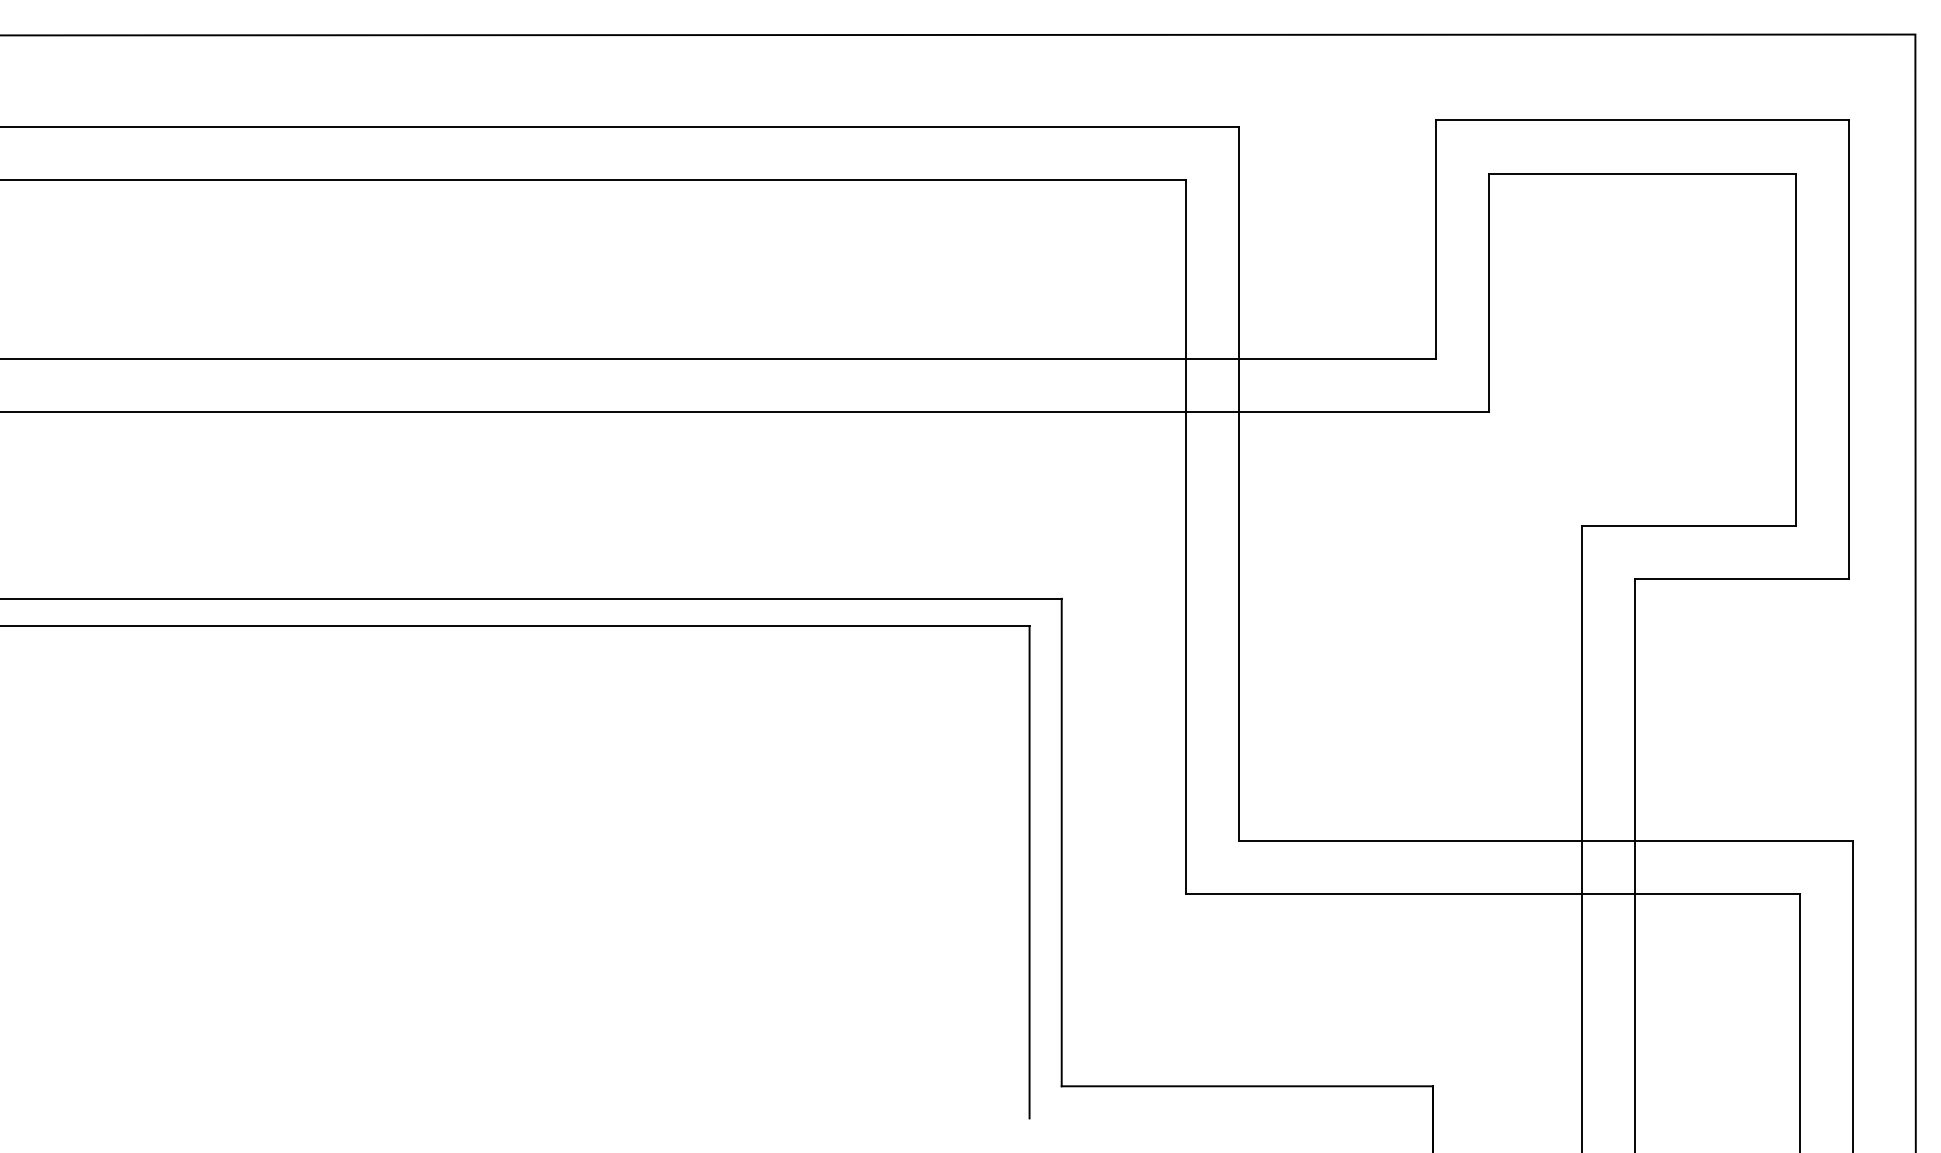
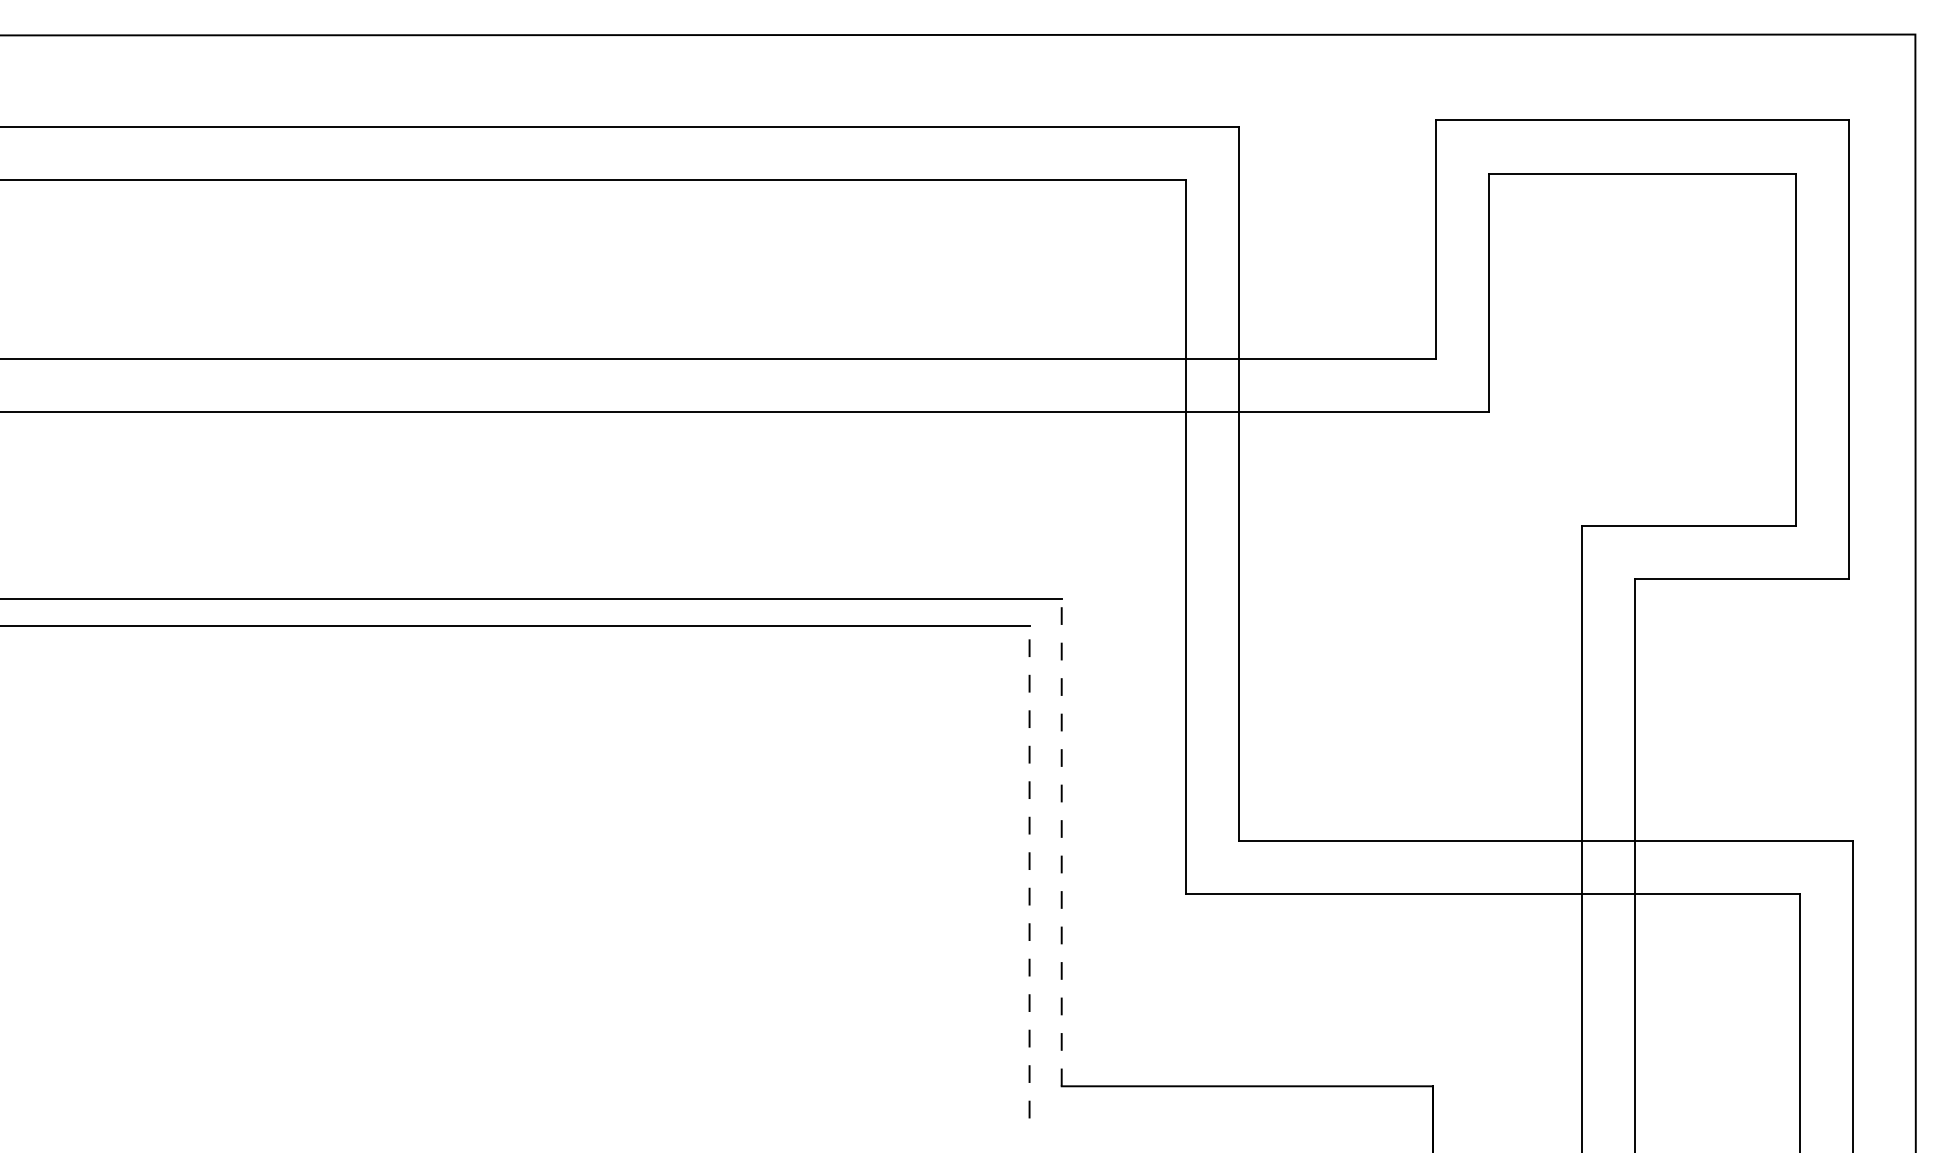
line at (1061, 842): solid -> dashed
line at (1029, 871): solid -> dashed
